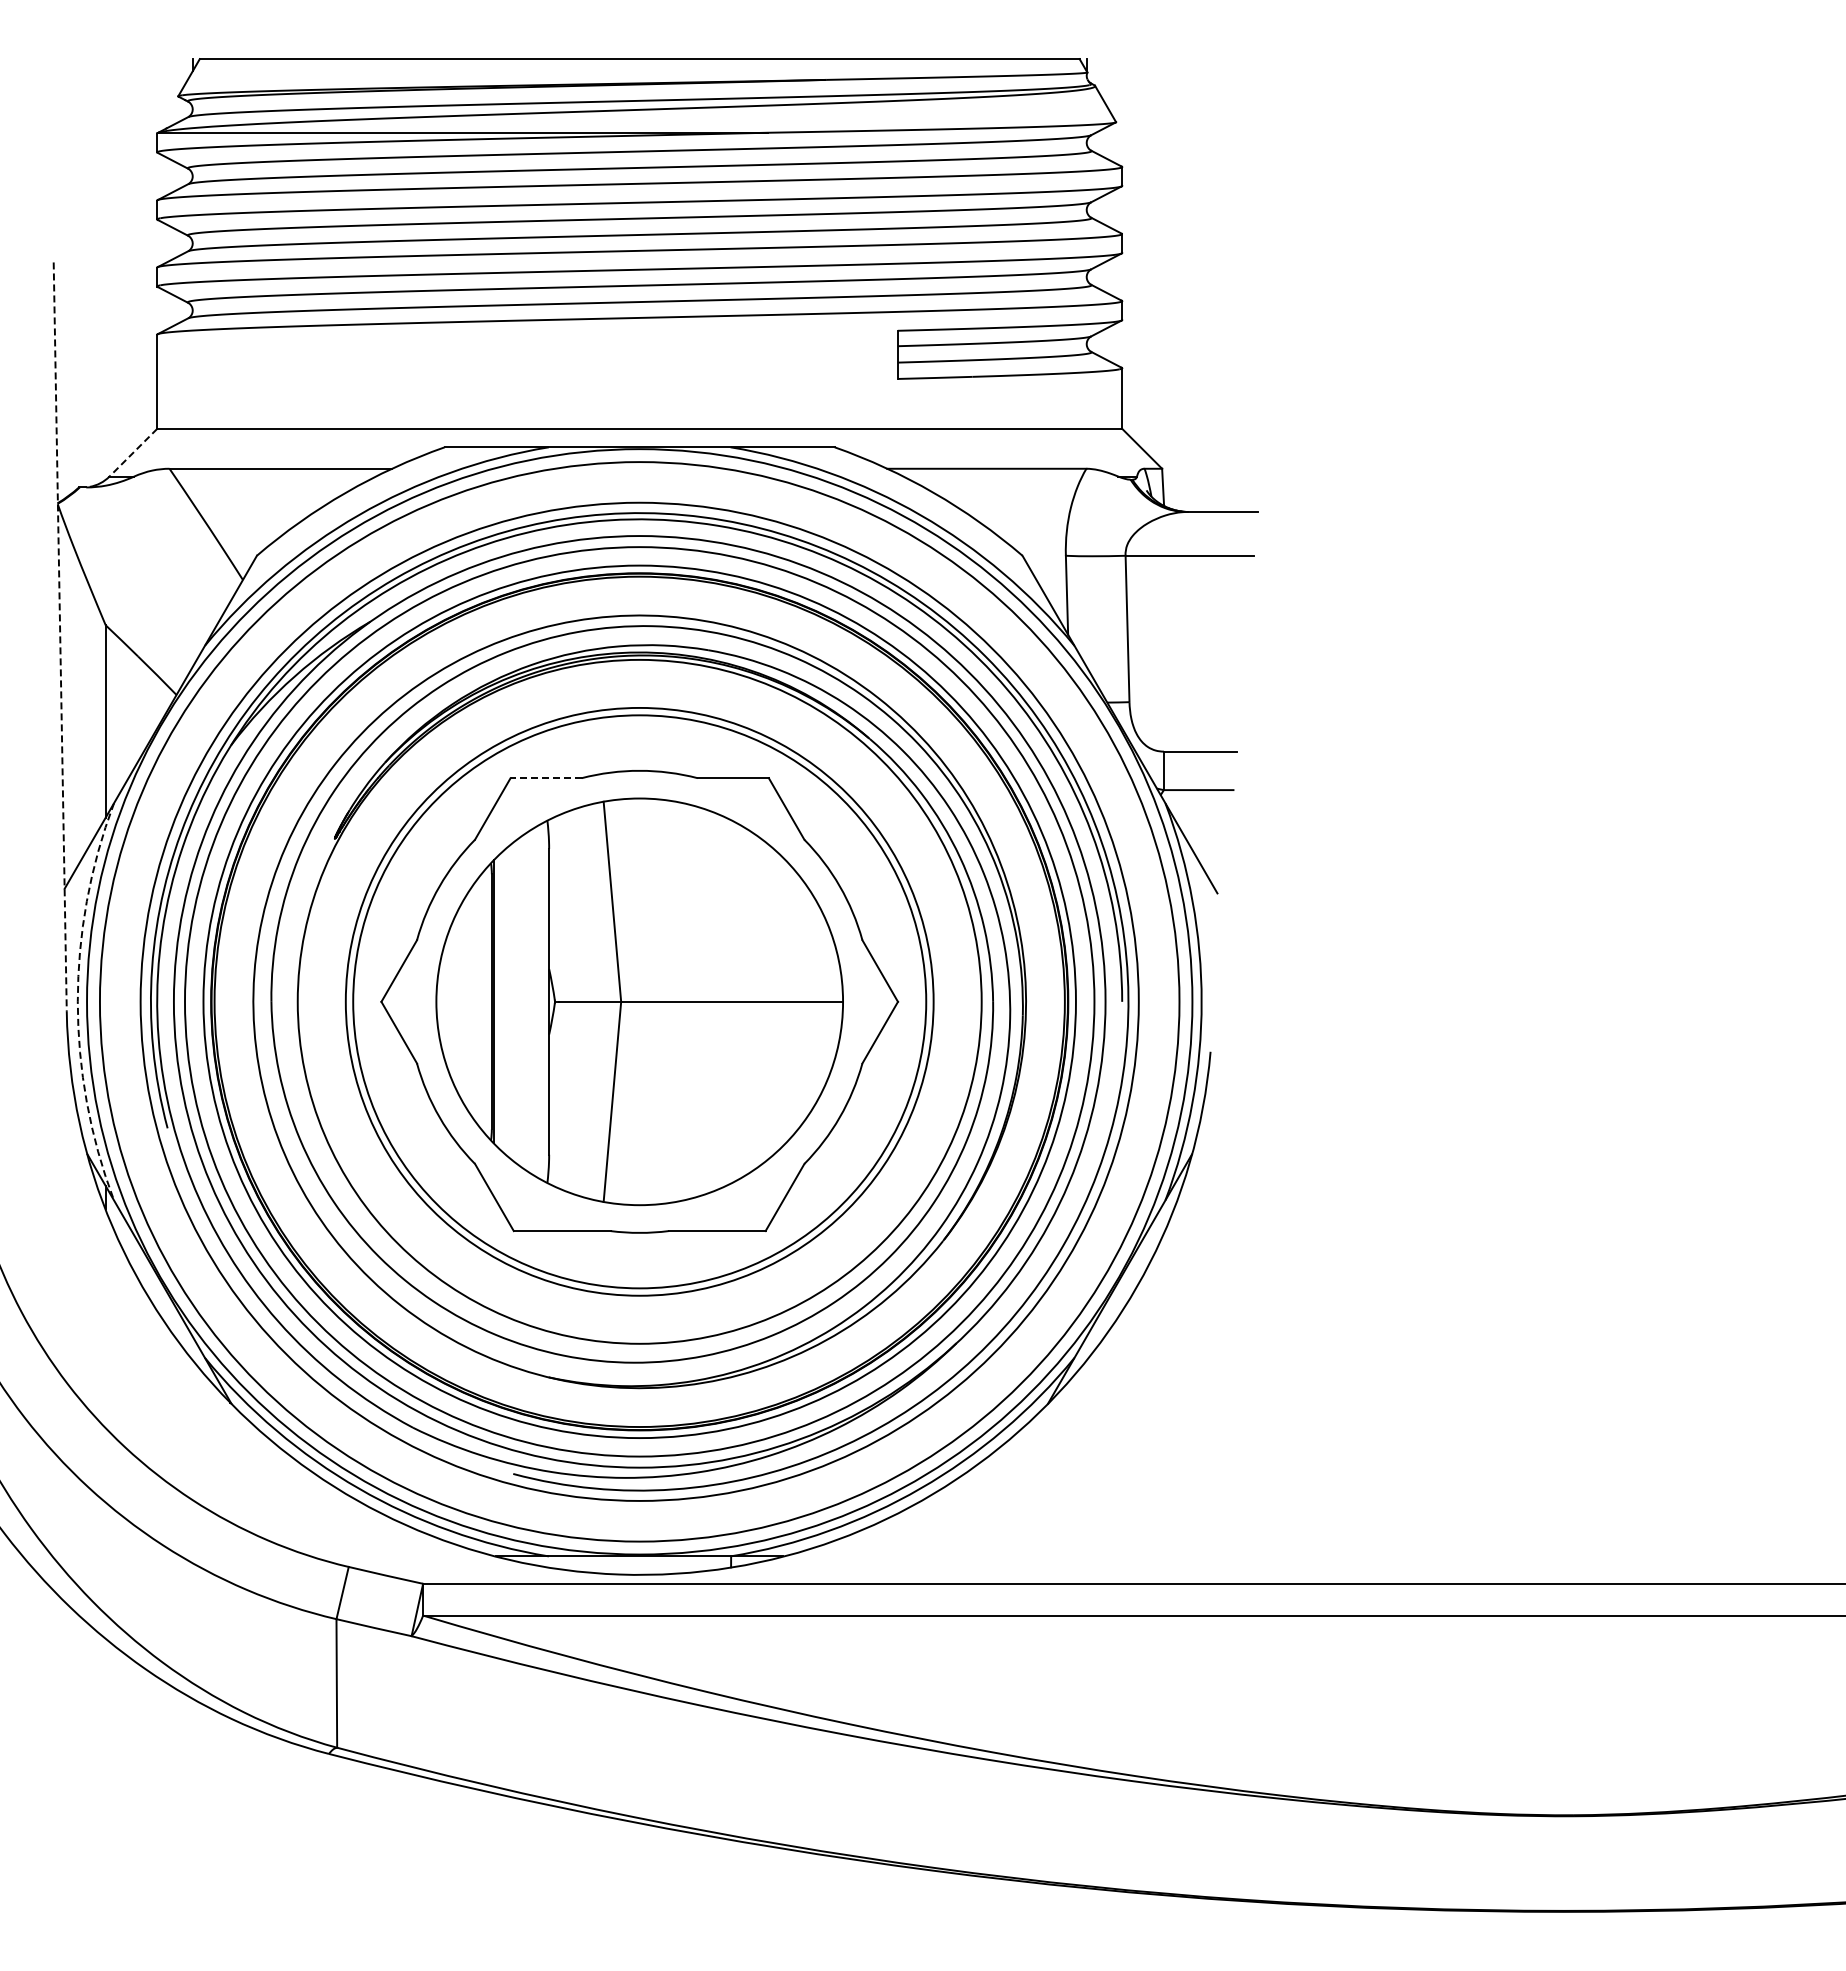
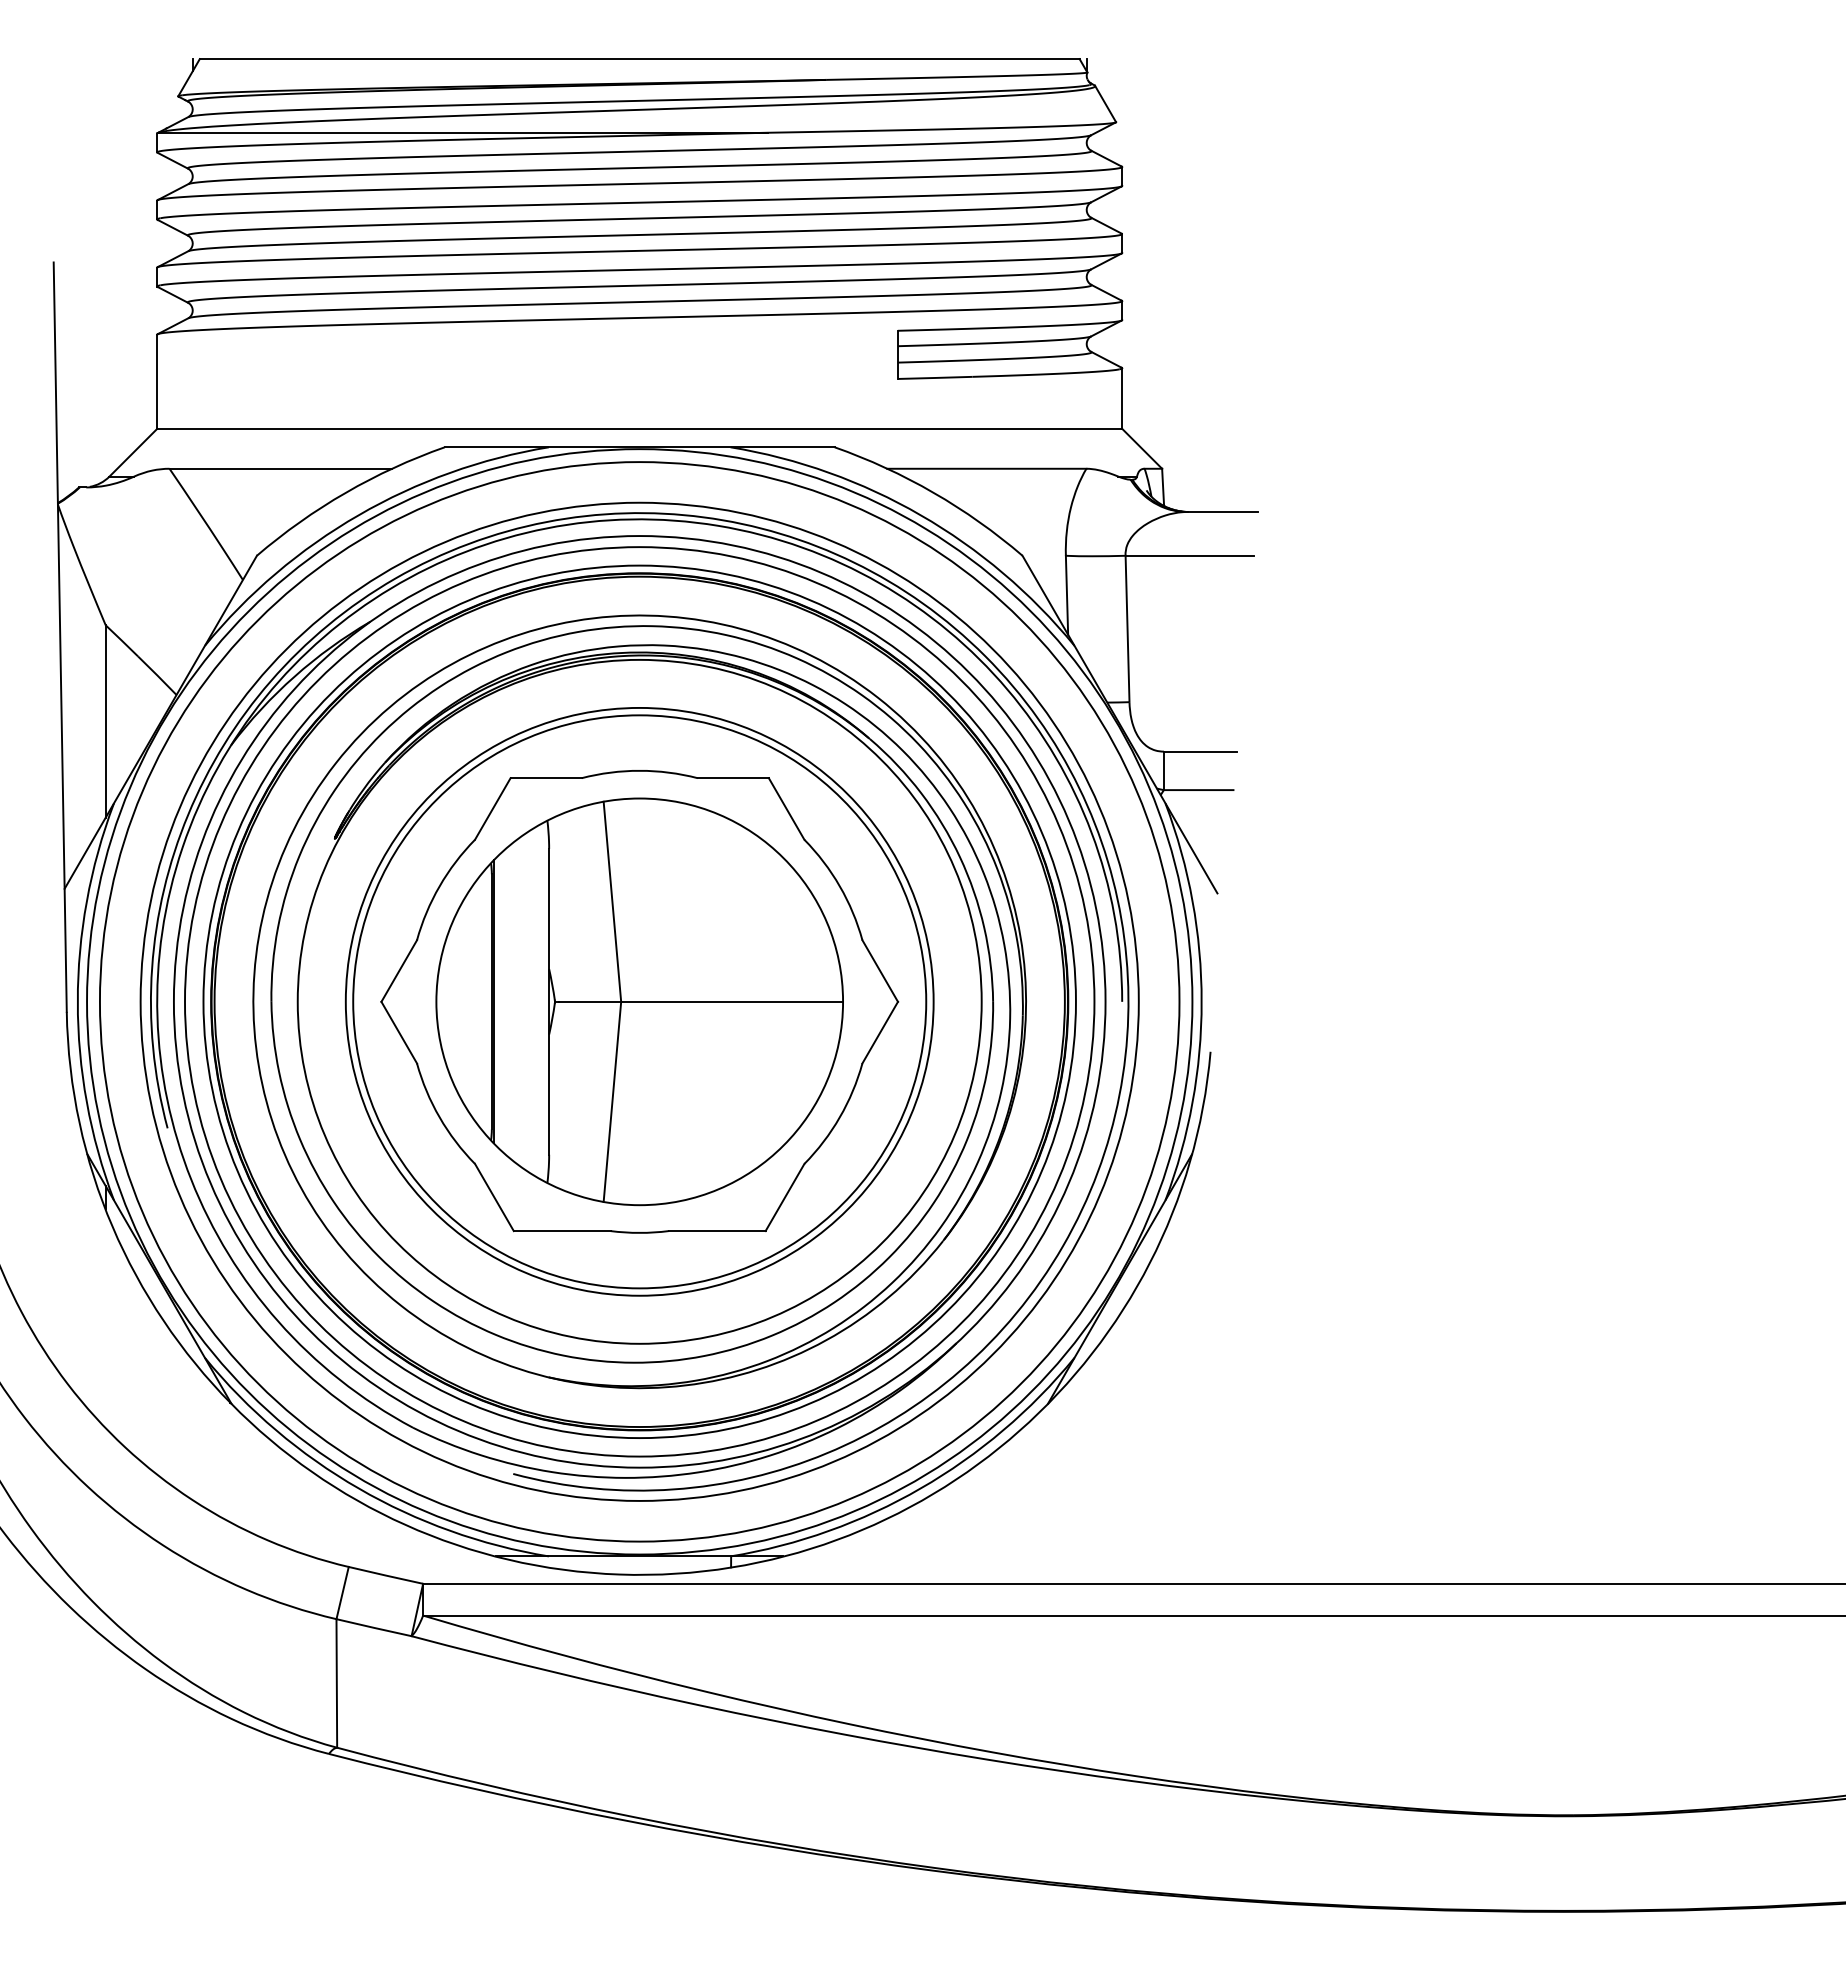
line at (133, 452): dashed -> solid
line at (60, 637): dashed -> solid
line at (546, 778): dashed -> solid
arc at (77, 1001): dashed -> solid
